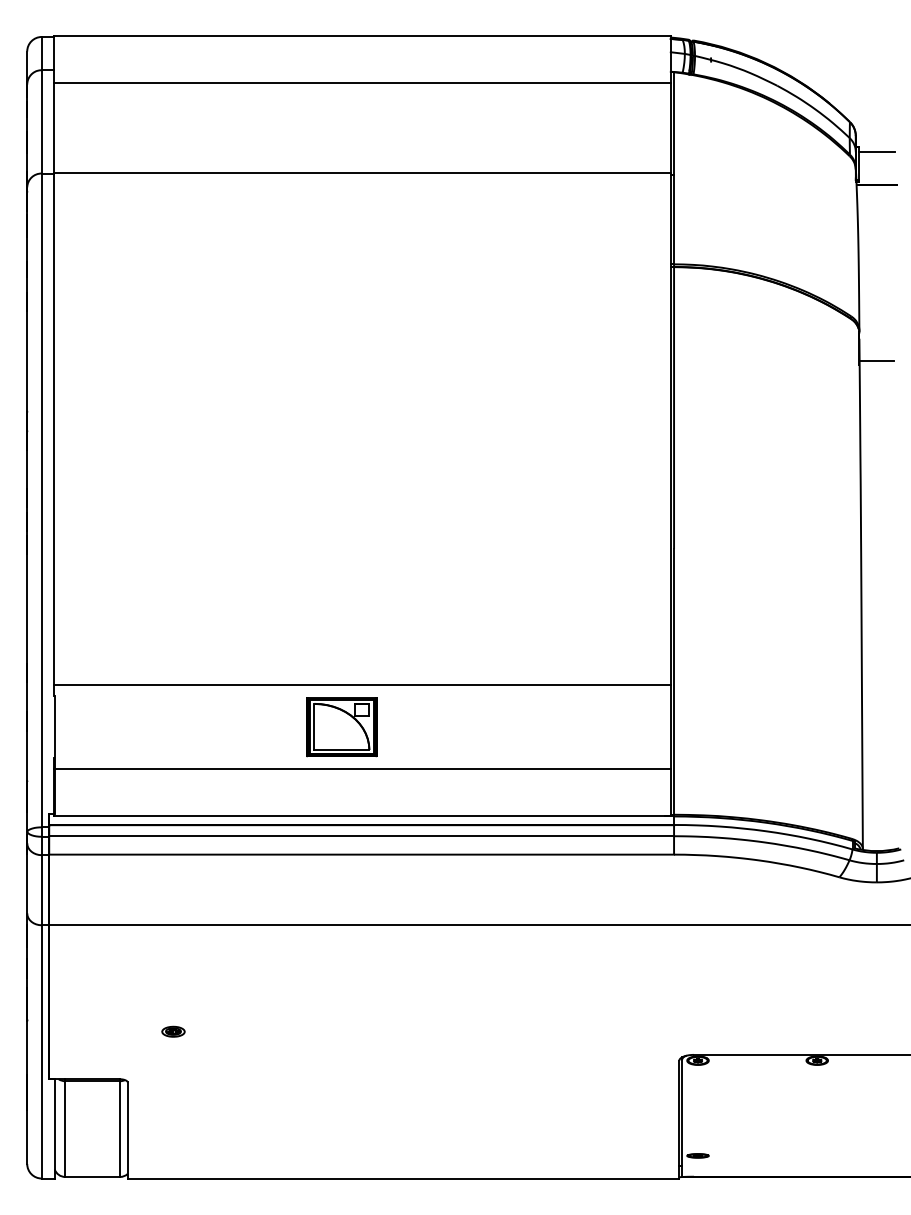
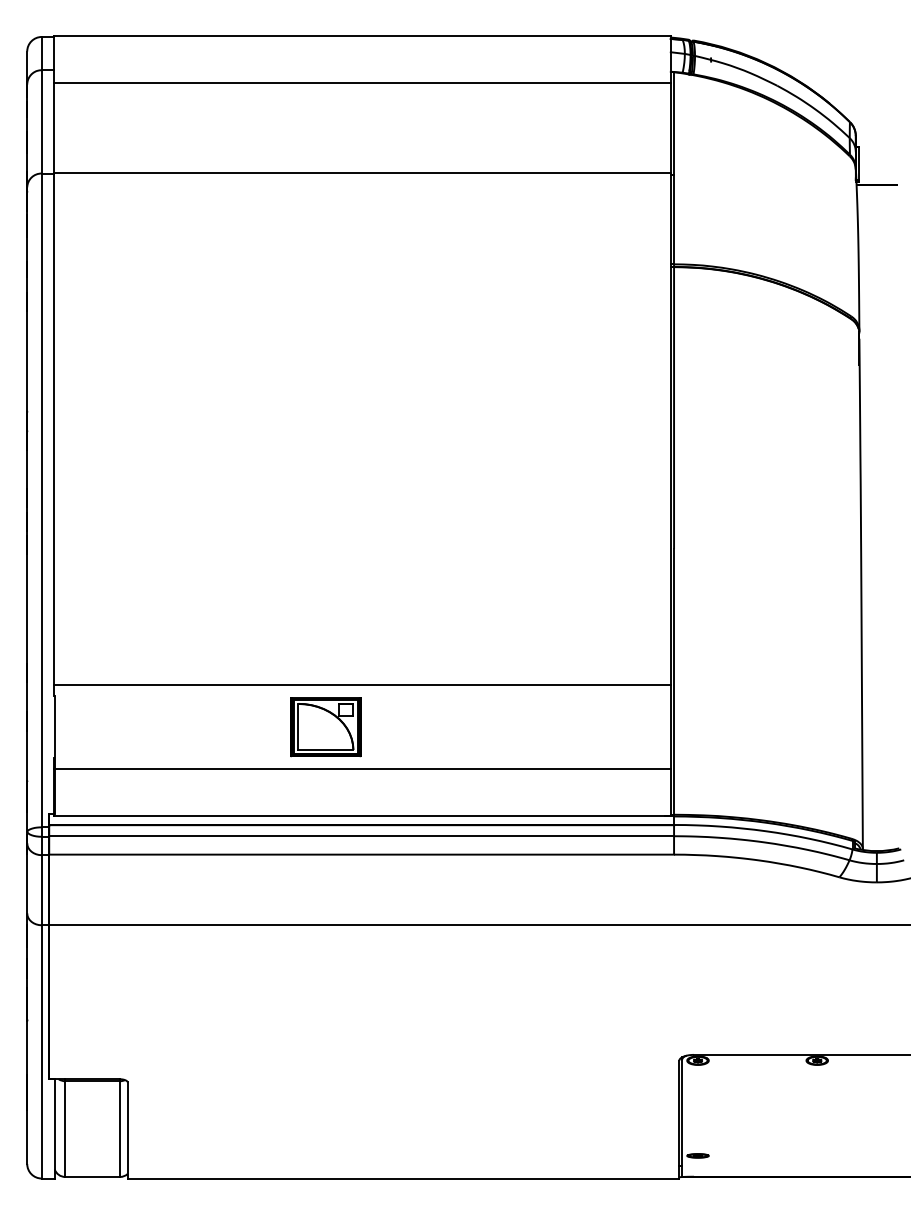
line at (876, 151): present -> none
line at (876, 360): present -> none
part at (341, 727) position: (341, 727) -> (325, 727)
part at (173, 1031): present -> none
